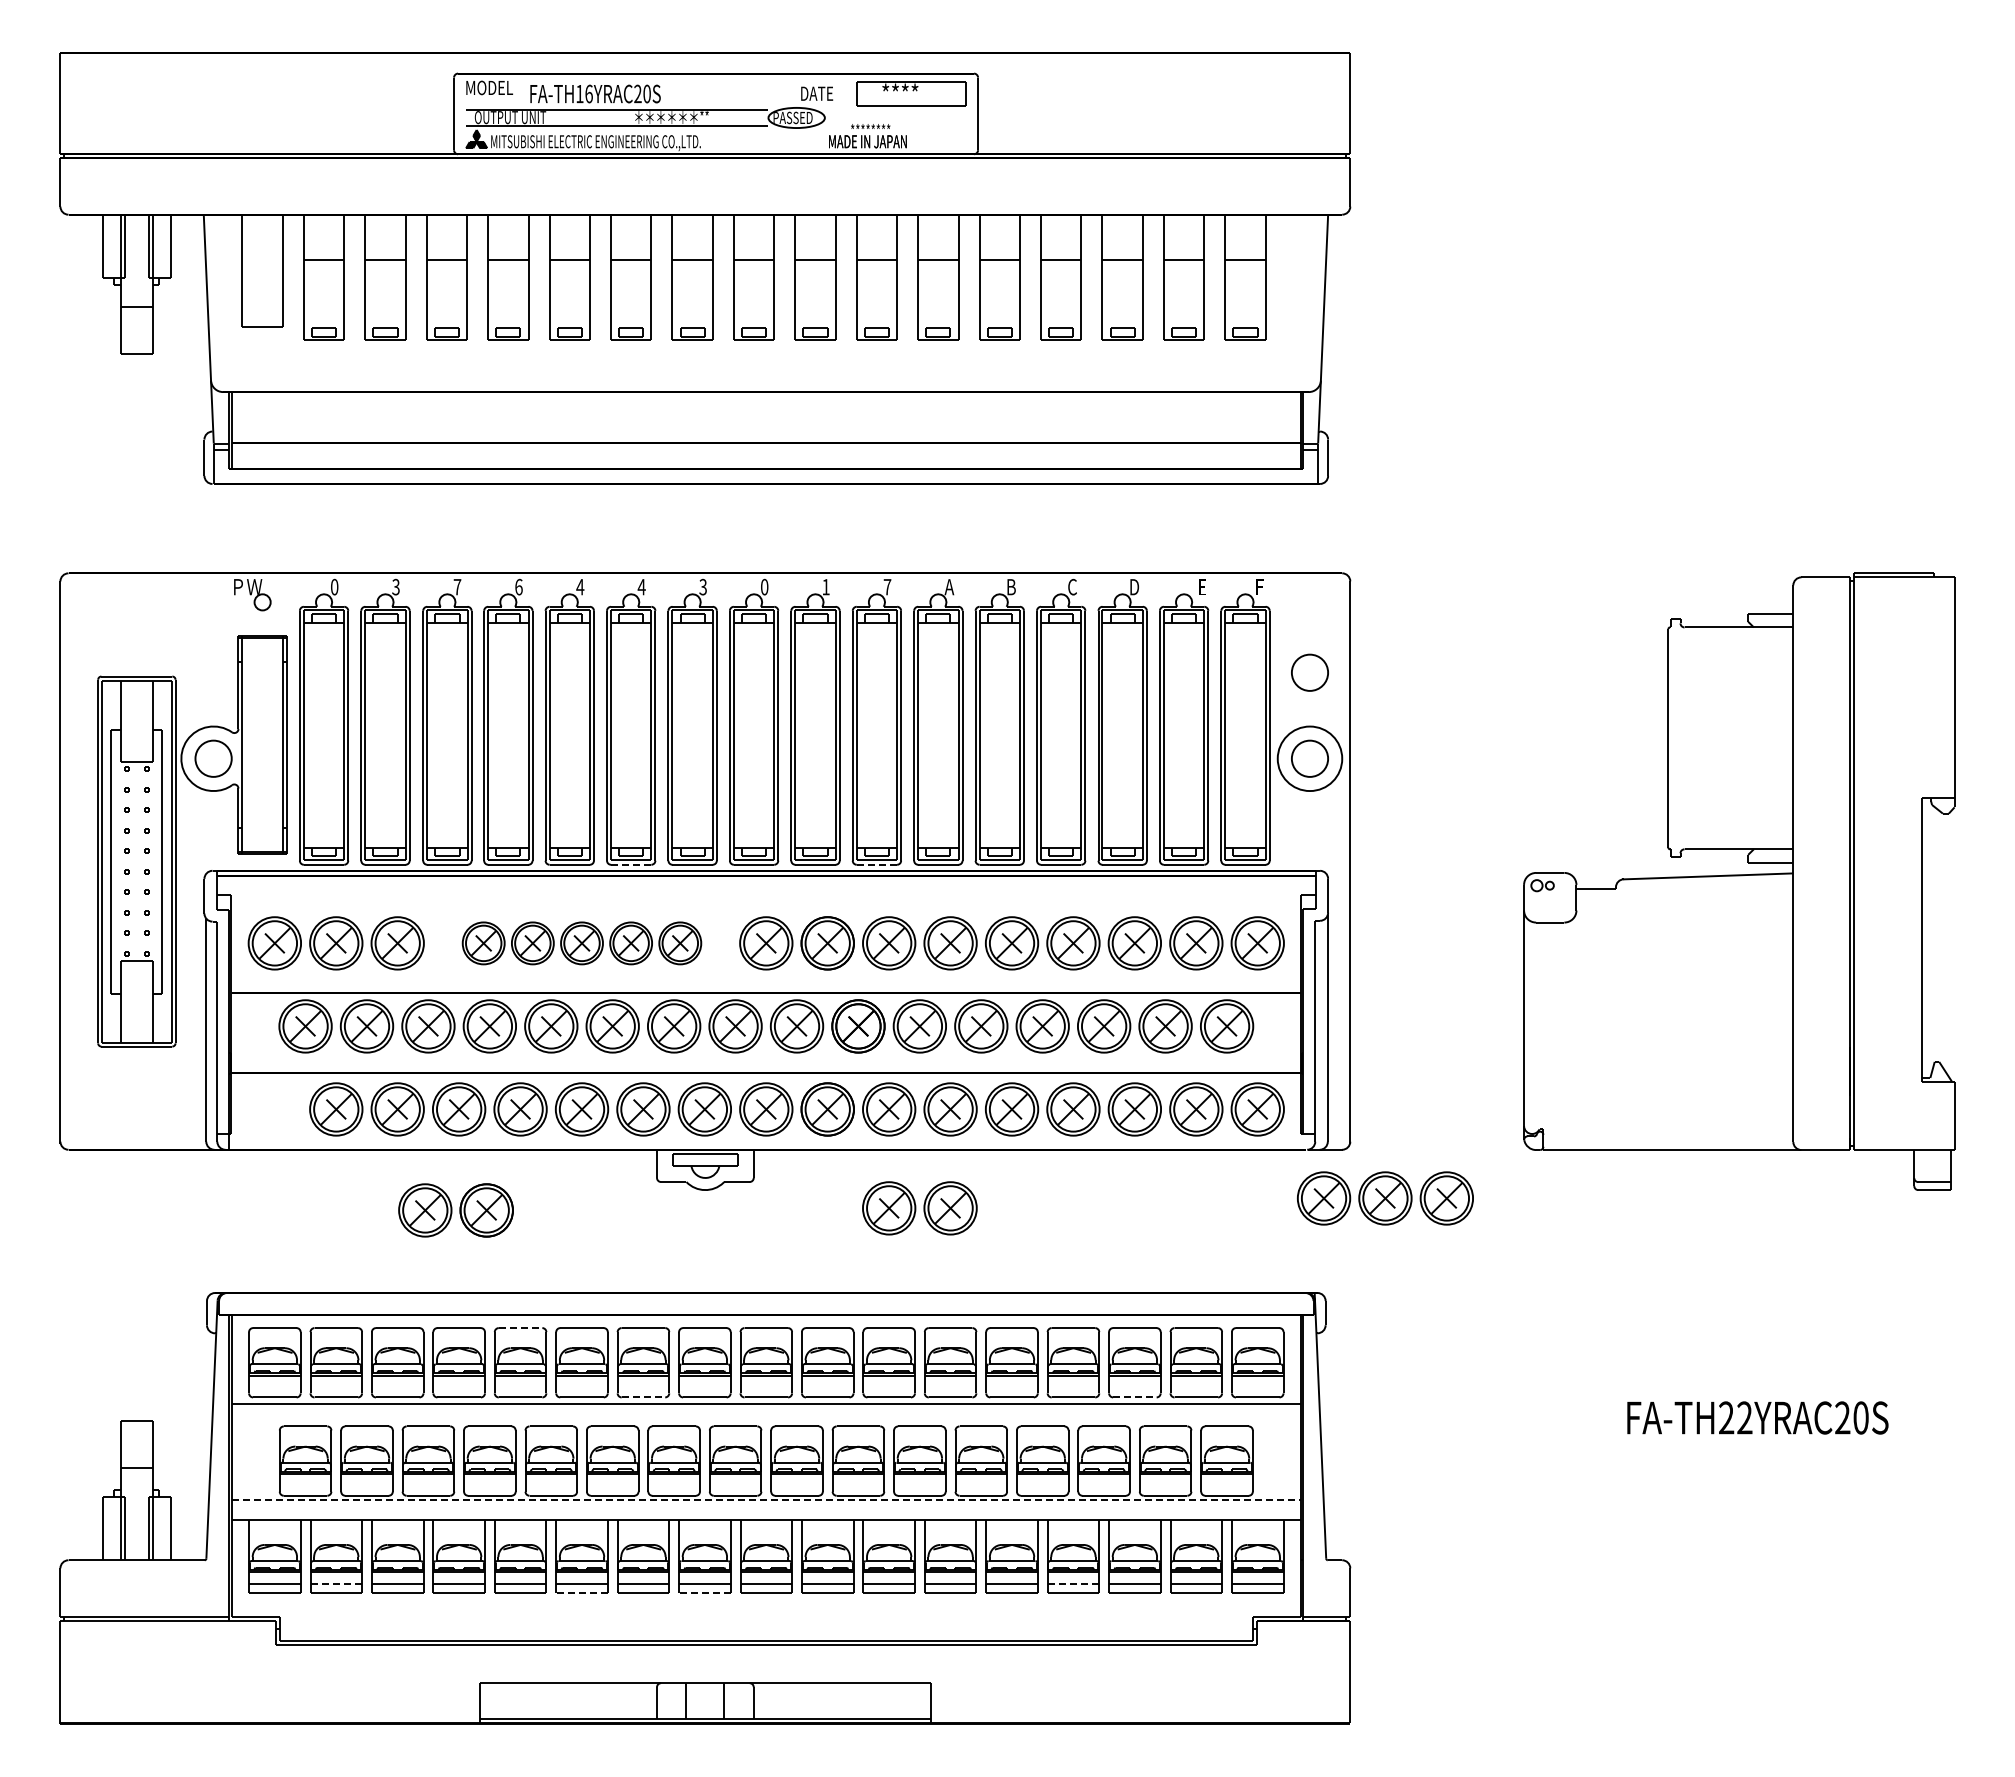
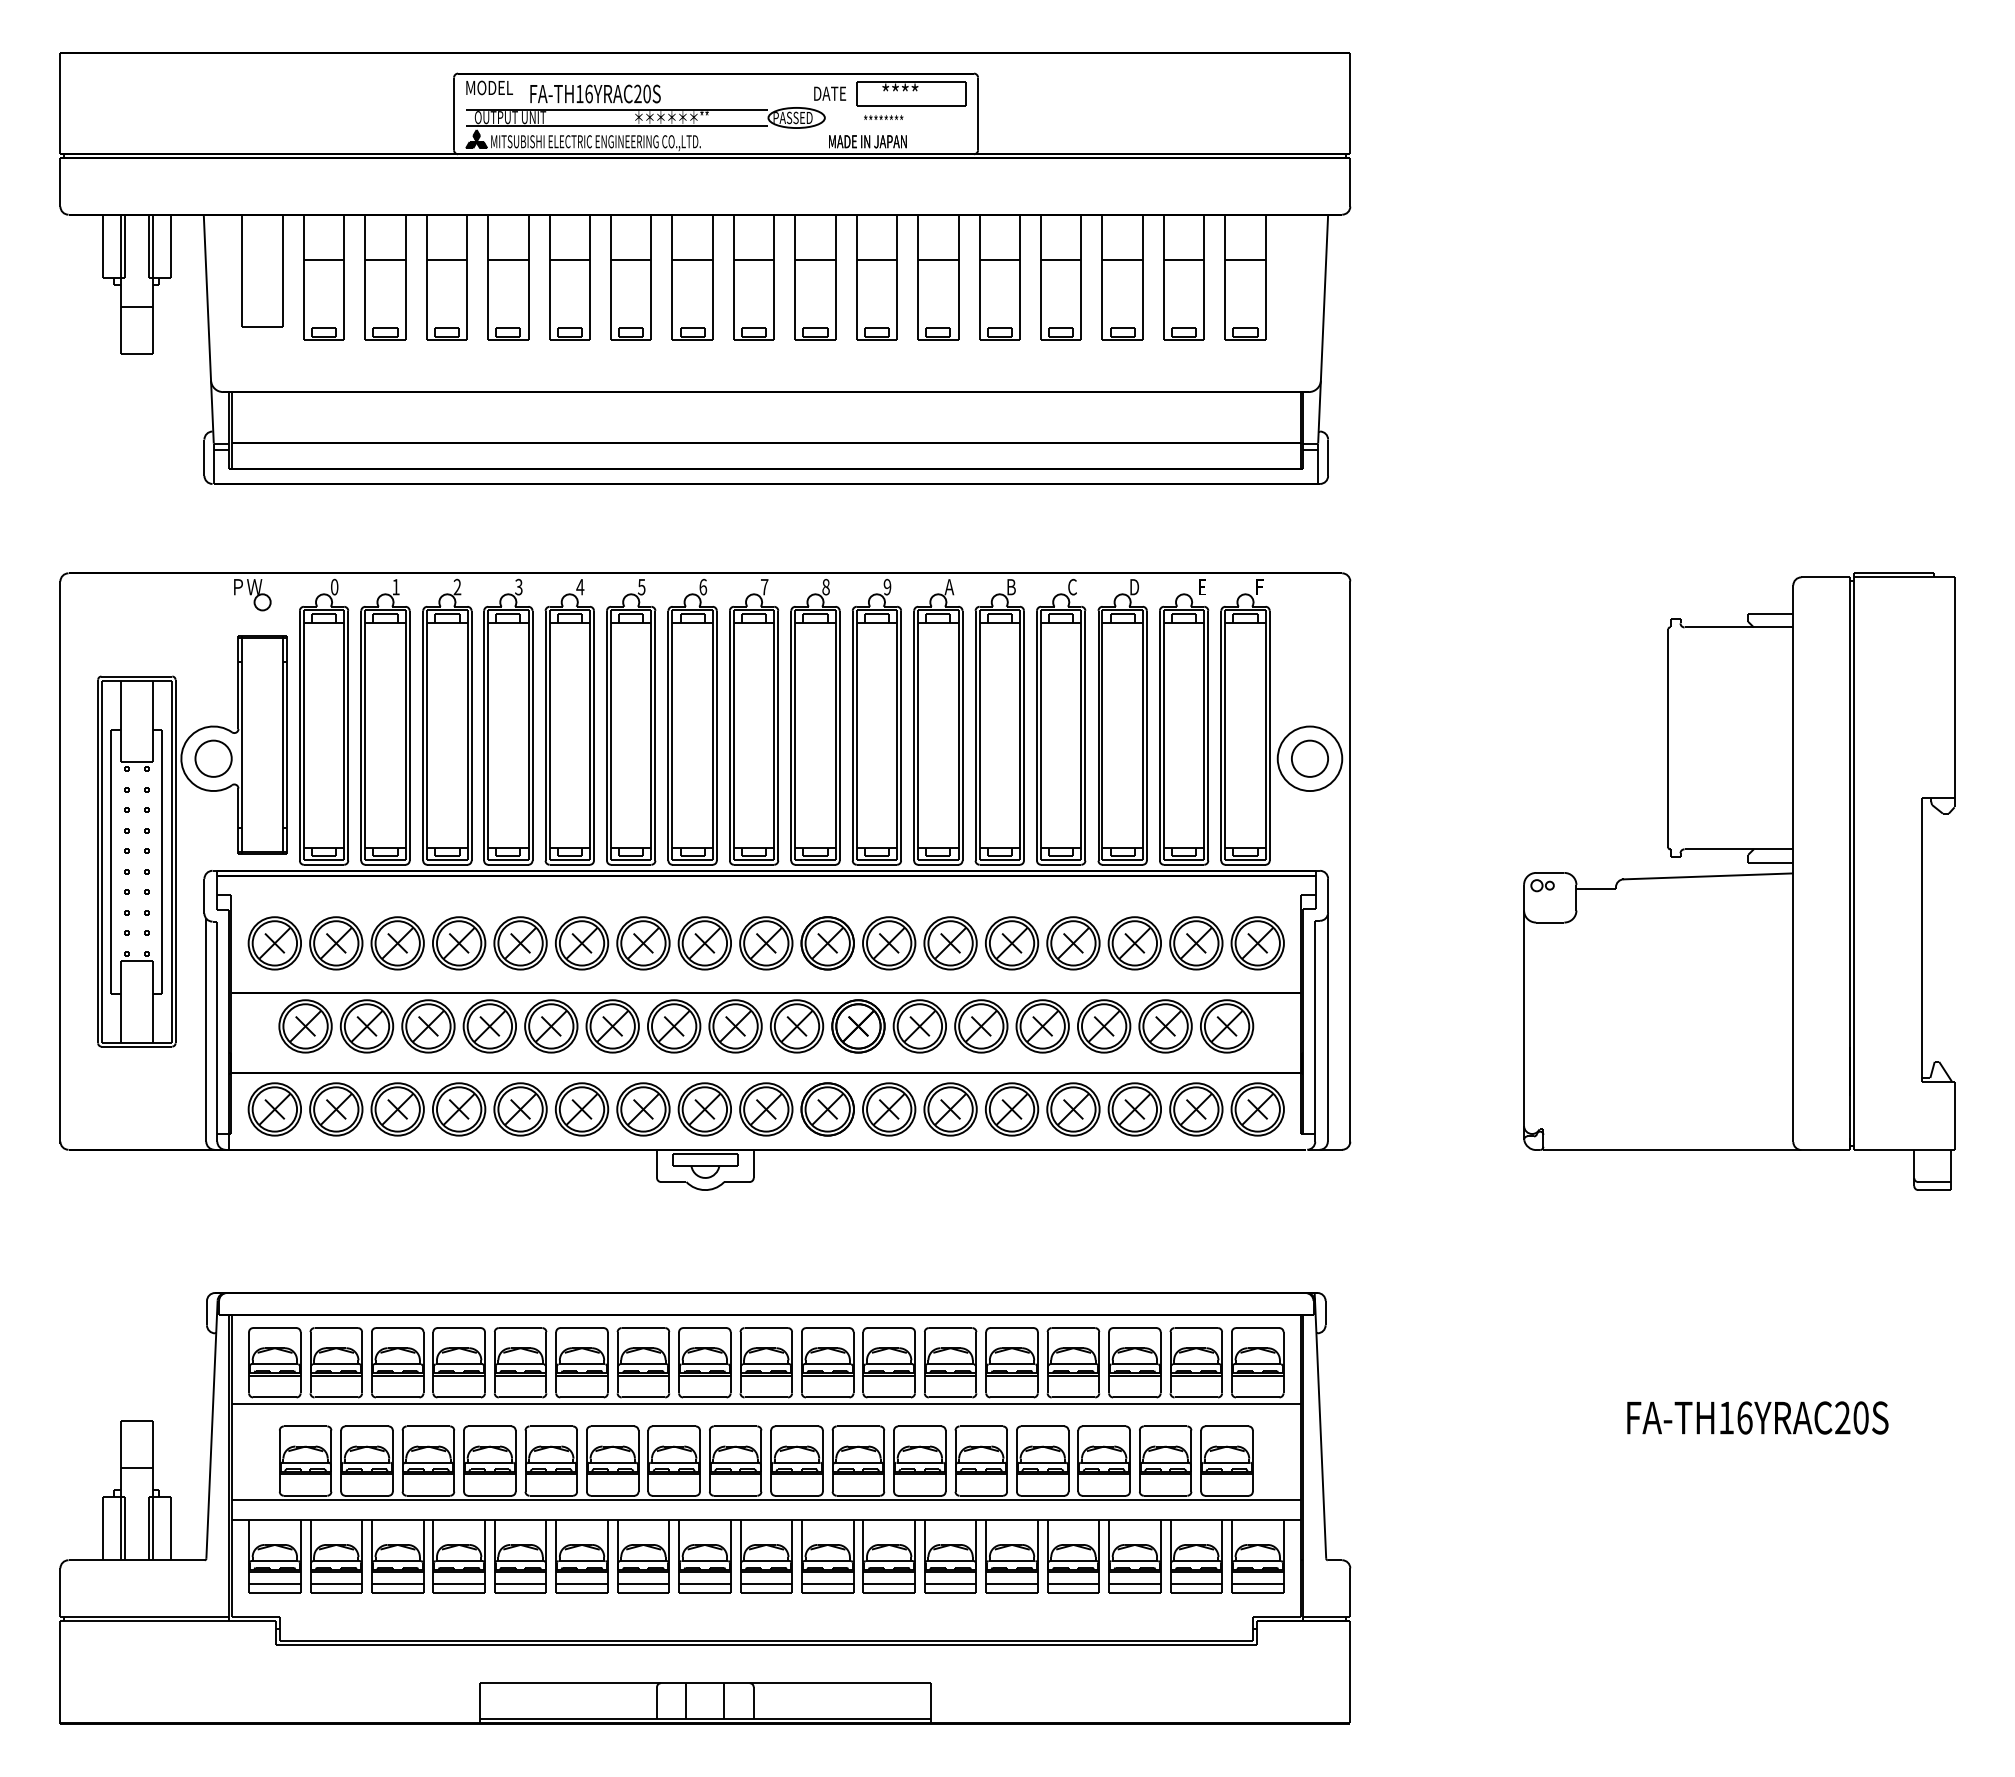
text at (817, 93) position: (817, 93) -> (830, 93)
text at (870, 126) position: (870, 126) -> (883, 117)
text at (395, 586): 3 -> 1
text at (457, 586): 7 -> 2
text at (518, 586): 6 -> 3
text at (703, 586): 3 -> 6
text at (764, 586): 0 -> 7
text at (887, 586): 7 -> 9
text at (641, 587): 4 -> 5
text at (825, 587): 1 -> 8
part at (1309, 672): present -> none
line at (631, 864): dashed -> solid
line at (877, 864): dashed -> solid
part at (581, 943) size: 242x45 px -> 300x55 px
part at (274, 1109): none -> present
part at (1385, 1198): present -> none
part at (919, 1208): present -> none
part at (455, 1210): present -> none
line at (520, 1328): dashed -> solid
line at (643, 1397): dashed -> solid
line at (1134, 1397): dashed -> solid
text at (1735, 1417): FA-TH22YRAC20S -> FA-TH16YRAC20S
line at (766, 1500): dashed -> solid
line at (336, 1584): dashed -> solid
line at (1073, 1584): dashed -> solid
line at (582, 1592): dashed -> solid
line at (704, 1592): dashed -> solid
